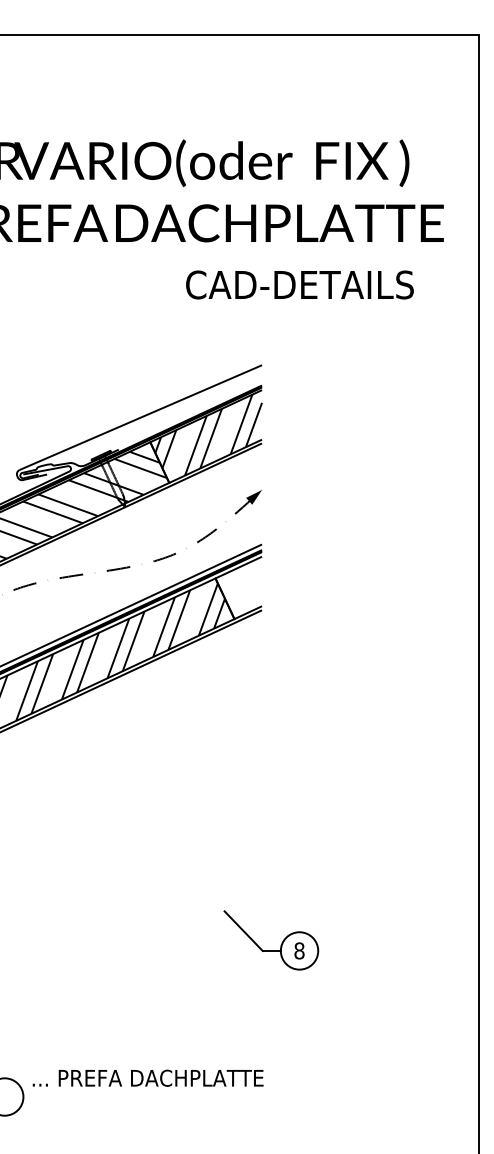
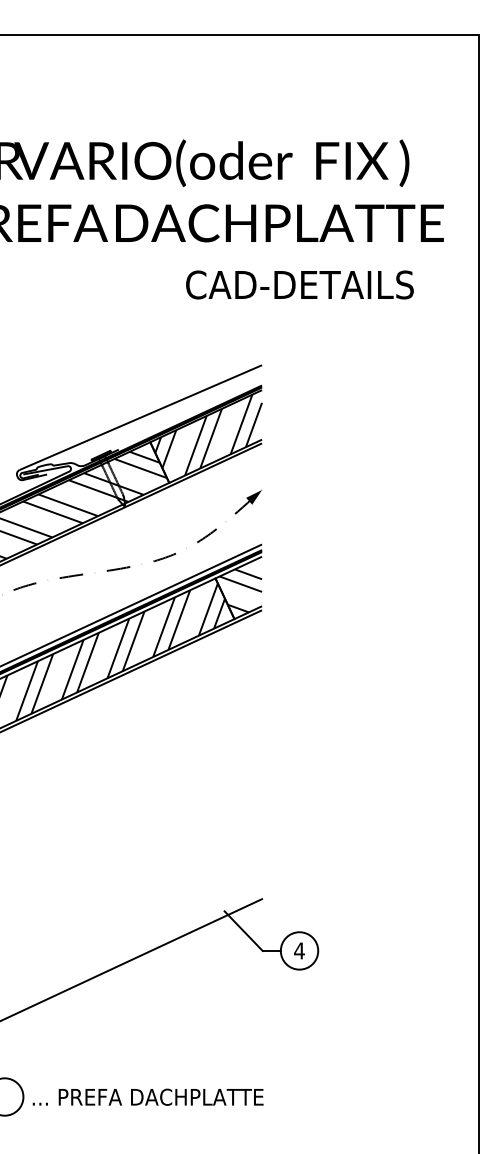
hatch at (240, 590): none -> present
text at (299, 950): 8 -> 4
line at (132, 959): none -> present
text at (147, 1077) position: (147, 1077) -> (147, 1096)
